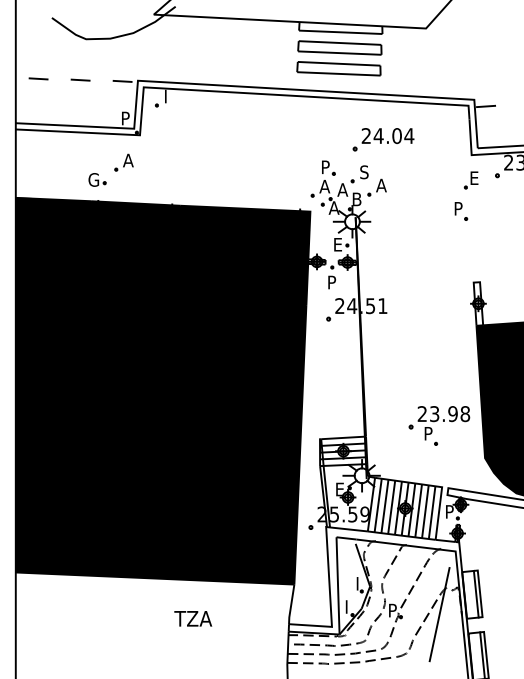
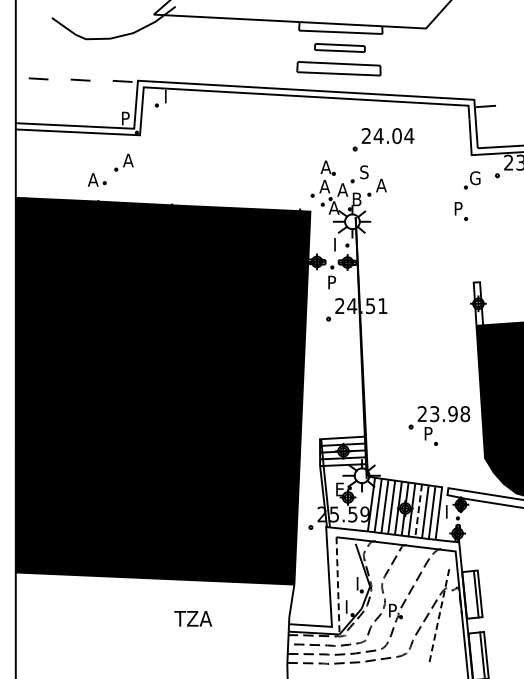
part at (339, 47) size: 86x16 px -> 52x10 px
text at (325, 167): P -> A
text at (475, 178): E -> G
text at (93, 179): G -> A
text at (338, 244): E -> I
text at (450, 509): P -> I
line at (418, 510): solid -> dashed
line at (338, 585): solid -> dashed
line at (439, 614): solid -> dashed
